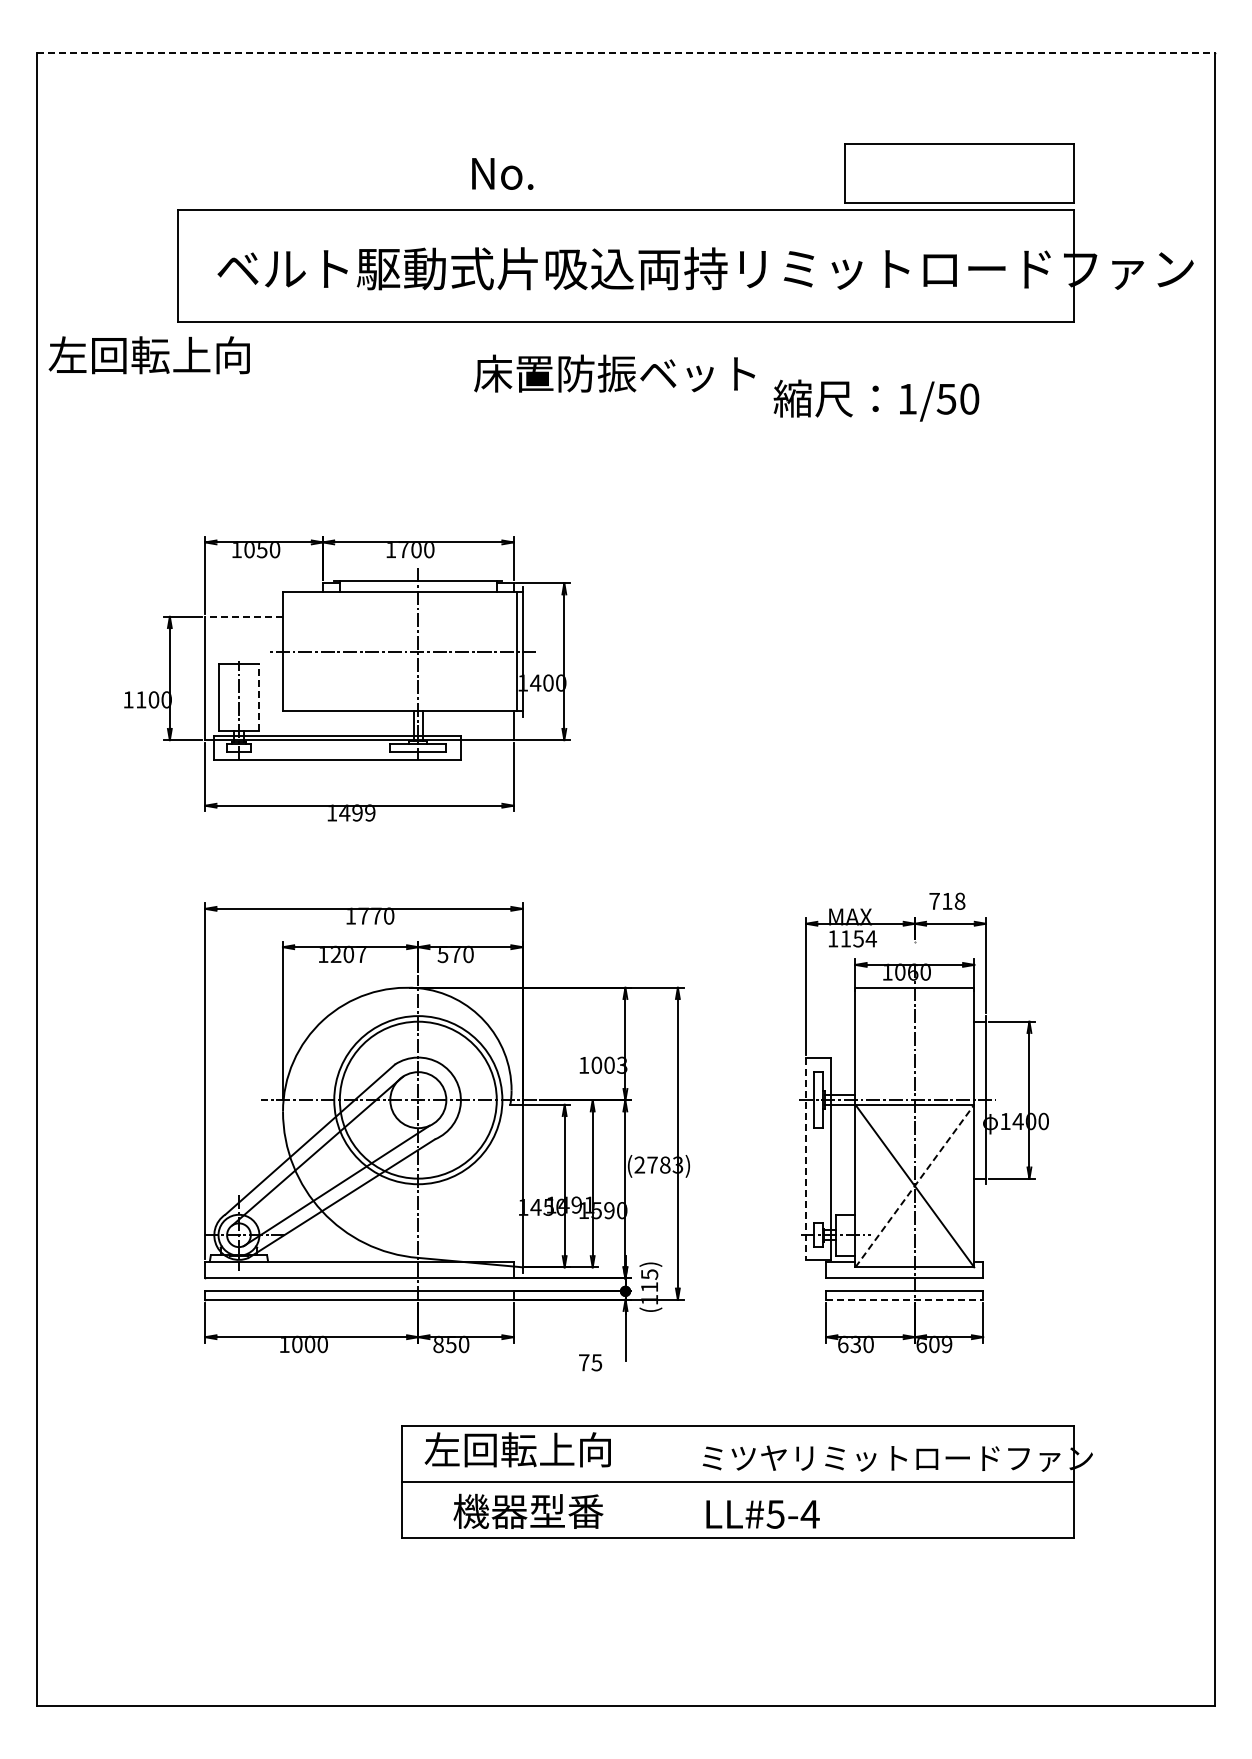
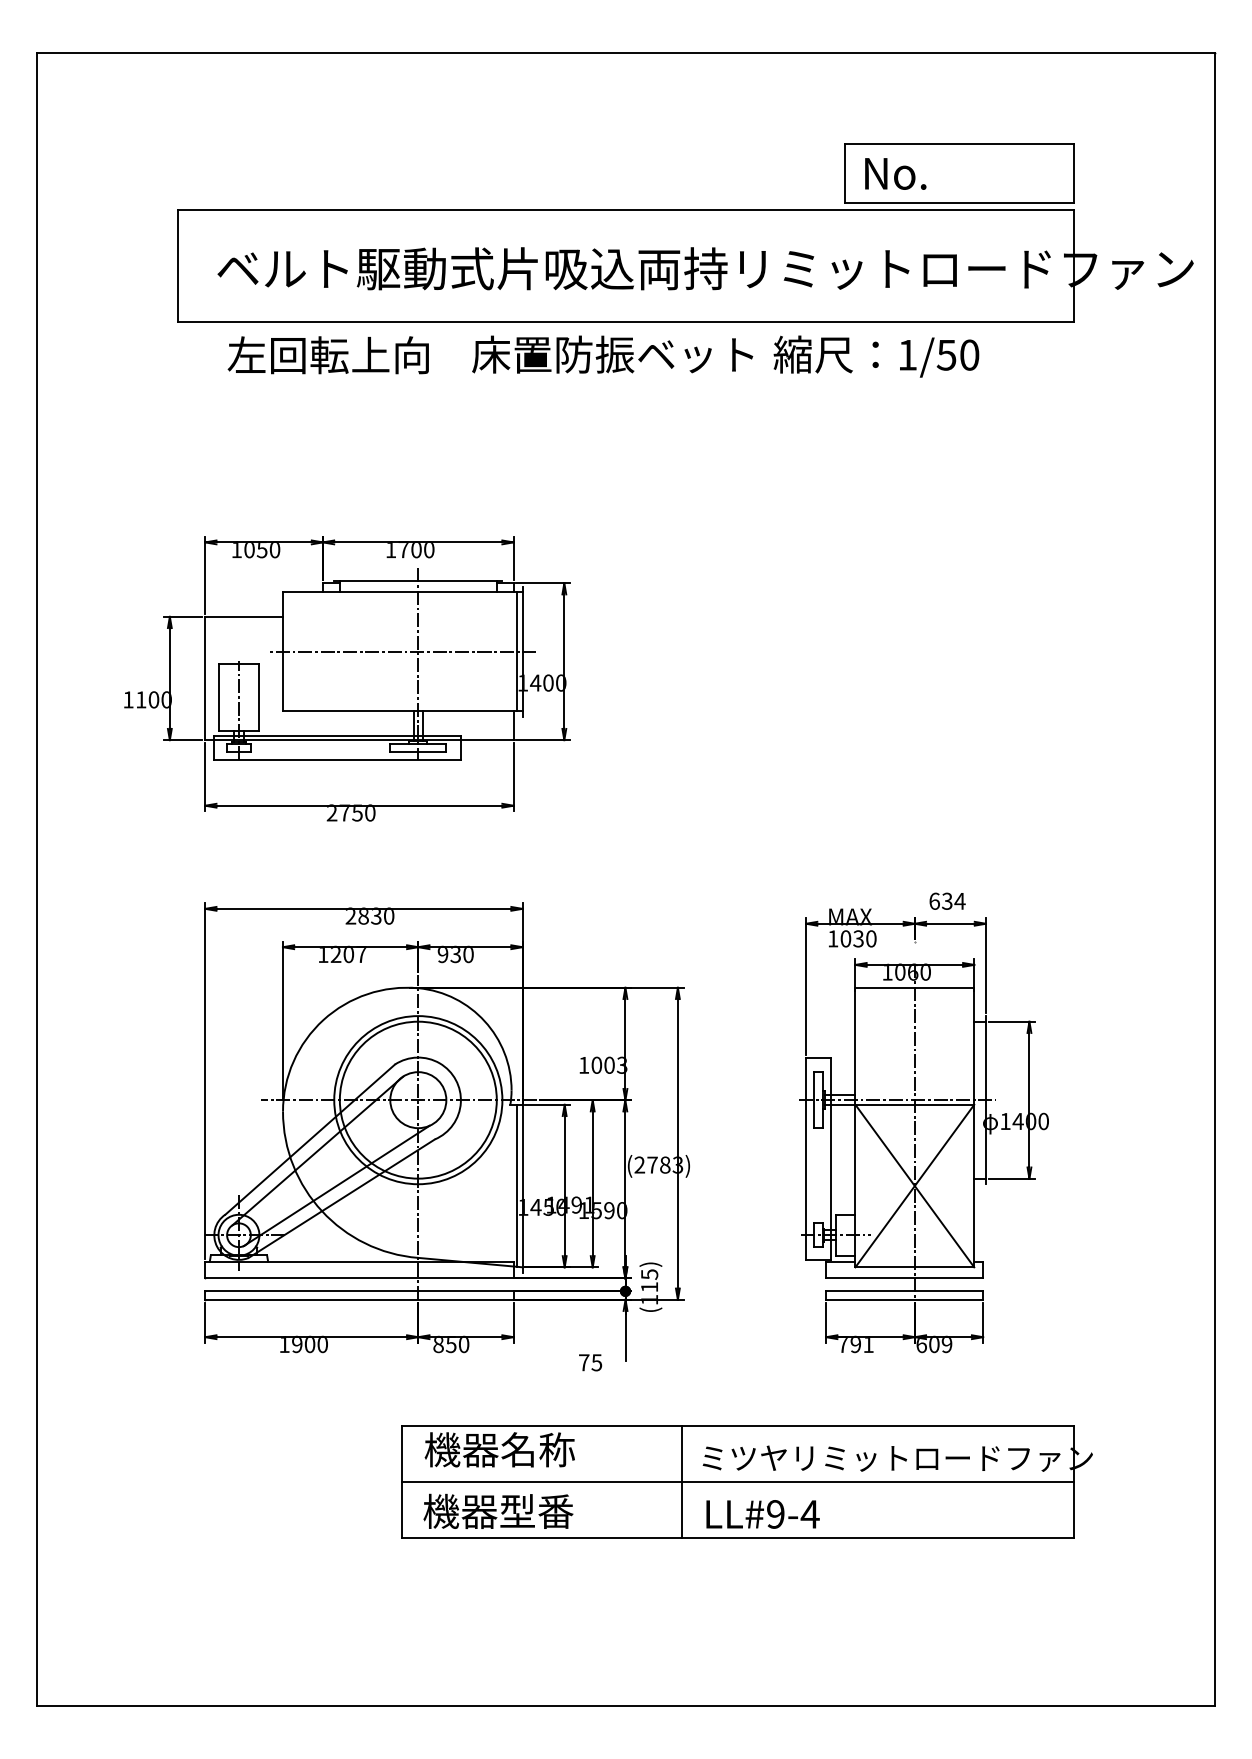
line at (626, 52): dashed -> solid
text at (502, 173) position: (502, 173) -> (895, 173)
text at (148, 355) position: (148, 355) -> (327, 355)
text at (614, 373) position: (614, 373) -> (612, 354)
text at (876, 400) position: (876, 400) -> (876, 356)
line at (244, 616): dashed -> solid
line at (259, 697): dashed -> solid
text at (350, 812): 1499 -> 2750
text at (947, 900): 718 -> 634
text at (363, 915): 1770 -> 2830
text at (858, 938): 1154 -> 1030
text at (448, 954): 570 -> 930
line at (806, 1159): dashed -> solid
line at (516, 1185): none -> present
line at (914, 1186): dashed -> solid
line at (905, 1299): dashed -> solid
text at (855, 1344): 630 -> 791
text at (297, 1345): 1000 -> 1900
text at (517, 1449): 左回転上向 -> 機器名称
line at (682, 1481): none -> present
text at (528, 1510) position: (528, 1510) -> (498, 1510)
text at (775, 1514): LL#5-4 -> LL#9-4
